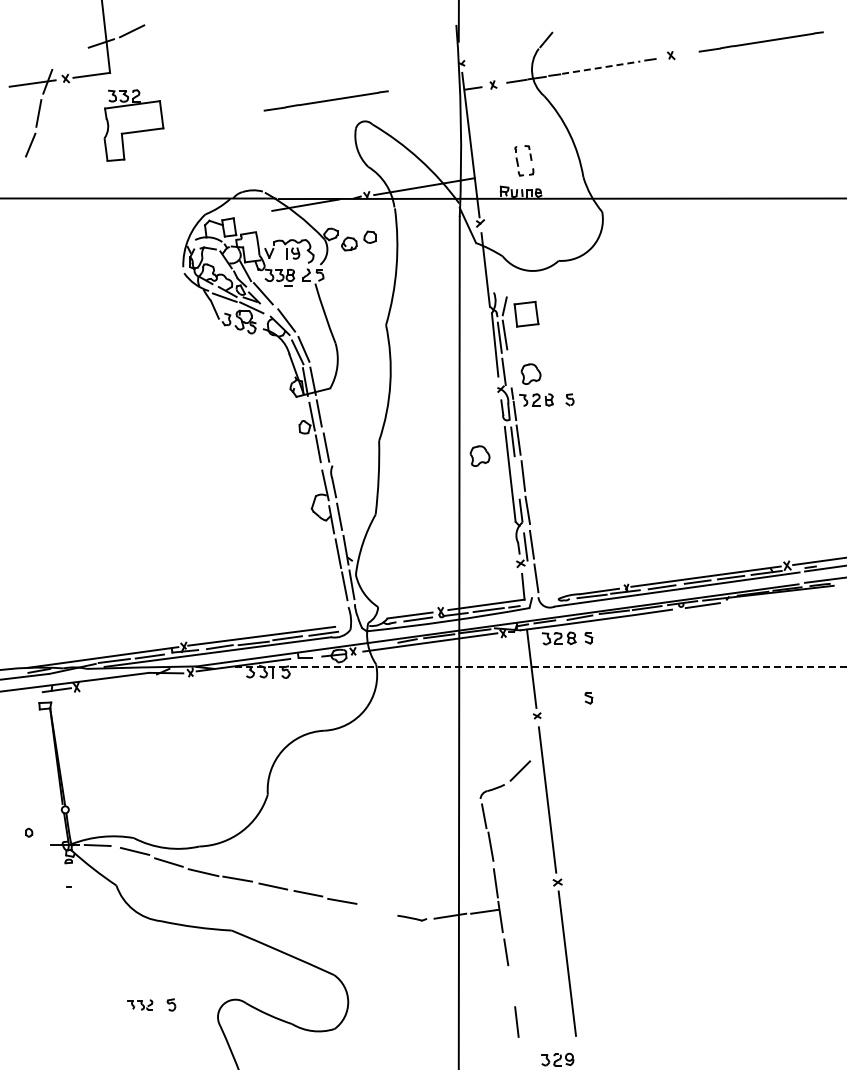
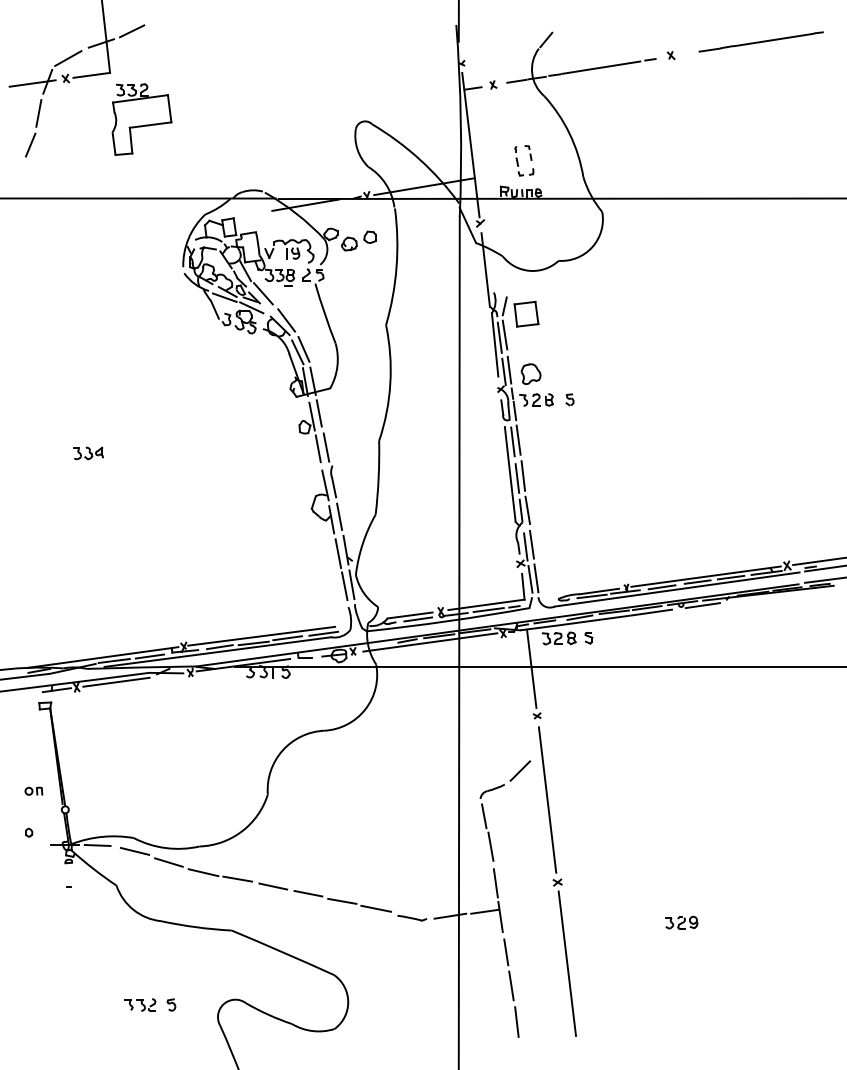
line at (68, 58): none -> present
line at (601, 67): dashed -> solid
line at (325, 100): present -> none
part at (133, 125) position: (133, 125) -> (141, 119)
line at (509, 369): none -> present
part at (88, 453): none -> present
part at (479, 455): present -> none
line at (517, 478): none -> present
line at (530, 579): none -> present
line at (541, 666): dashed -> solid
line at (116, 681): none -> present
part at (588, 698): present -> none
part at (33, 790): none -> present
line at (376, 908): none -> present
line at (511, 985): none -> present
part at (140, 1004) size: 27x12 px -> 33x14 px
part at (557, 1059) position: (557, 1059) -> (681, 922)
